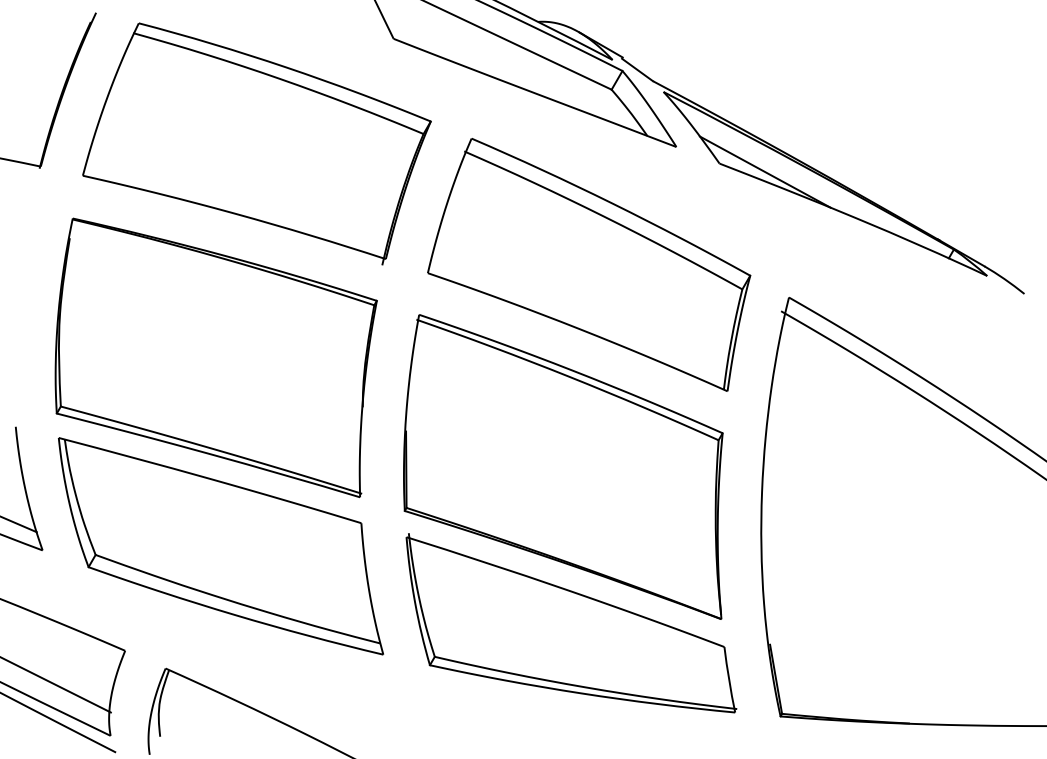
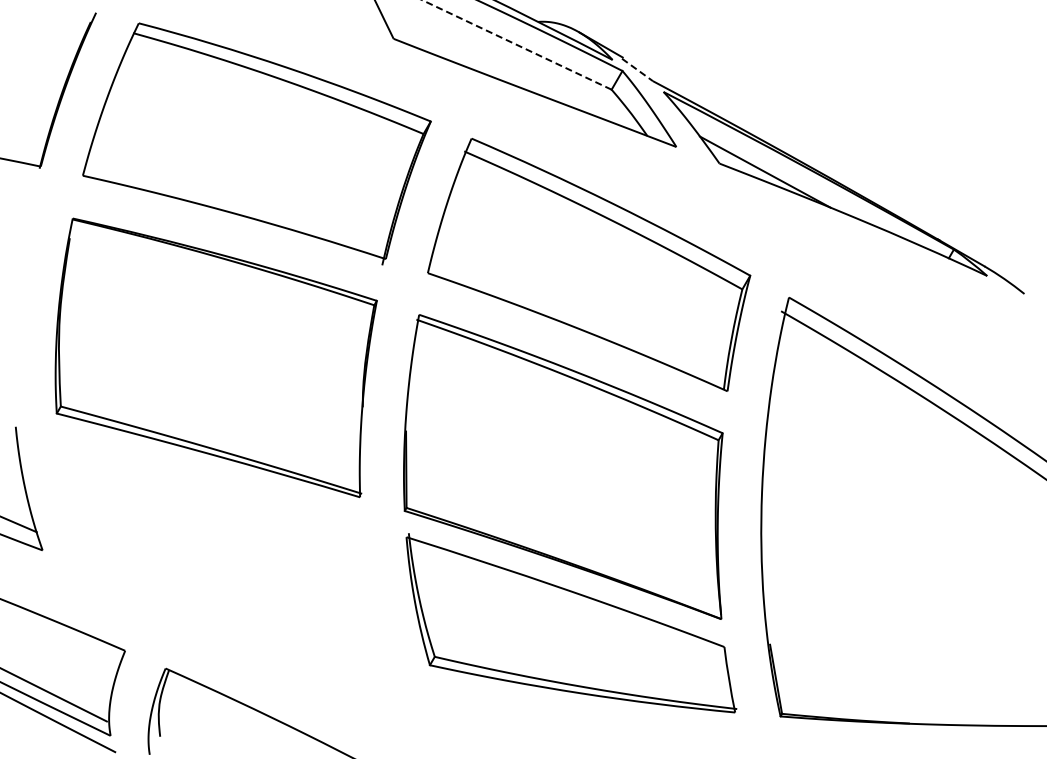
line at (516, 44): solid -> dashed
line at (637, 70): solid -> dashed
part at (221, 546): present -> none
line at (56, 685) position: (56, 685) -> (54, 695)
